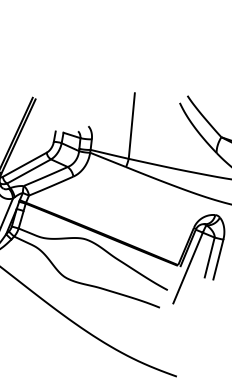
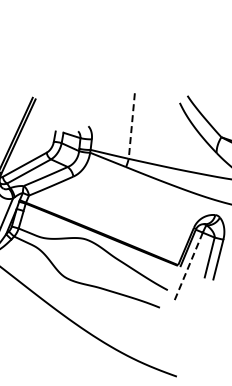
line at (131, 126): solid -> dashed
line at (187, 268): solid -> dashed
